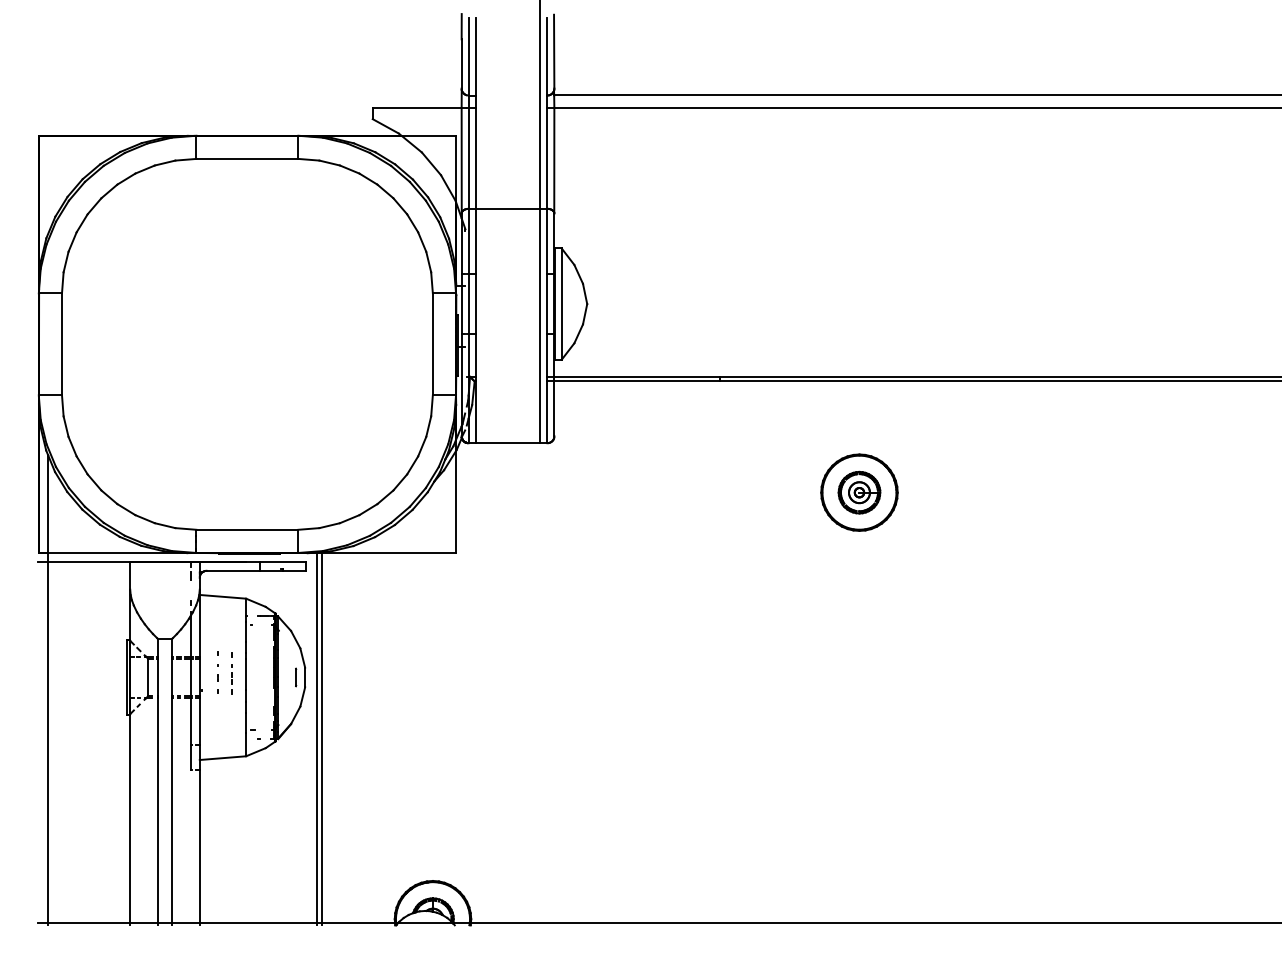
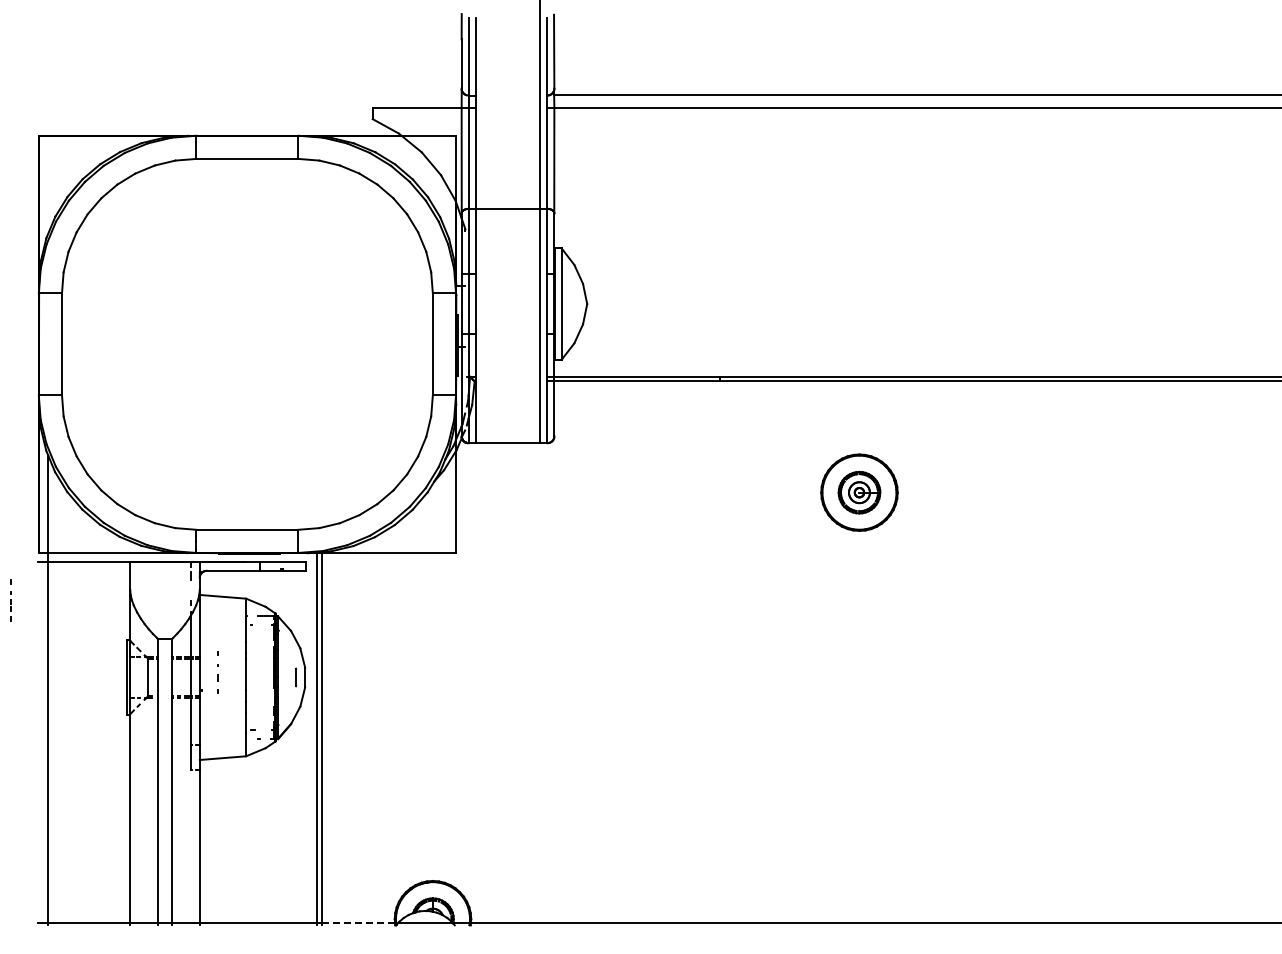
line at (231, 673) position: (231, 673) -> (10, 600)
line at (358, 922): solid -> dashed
